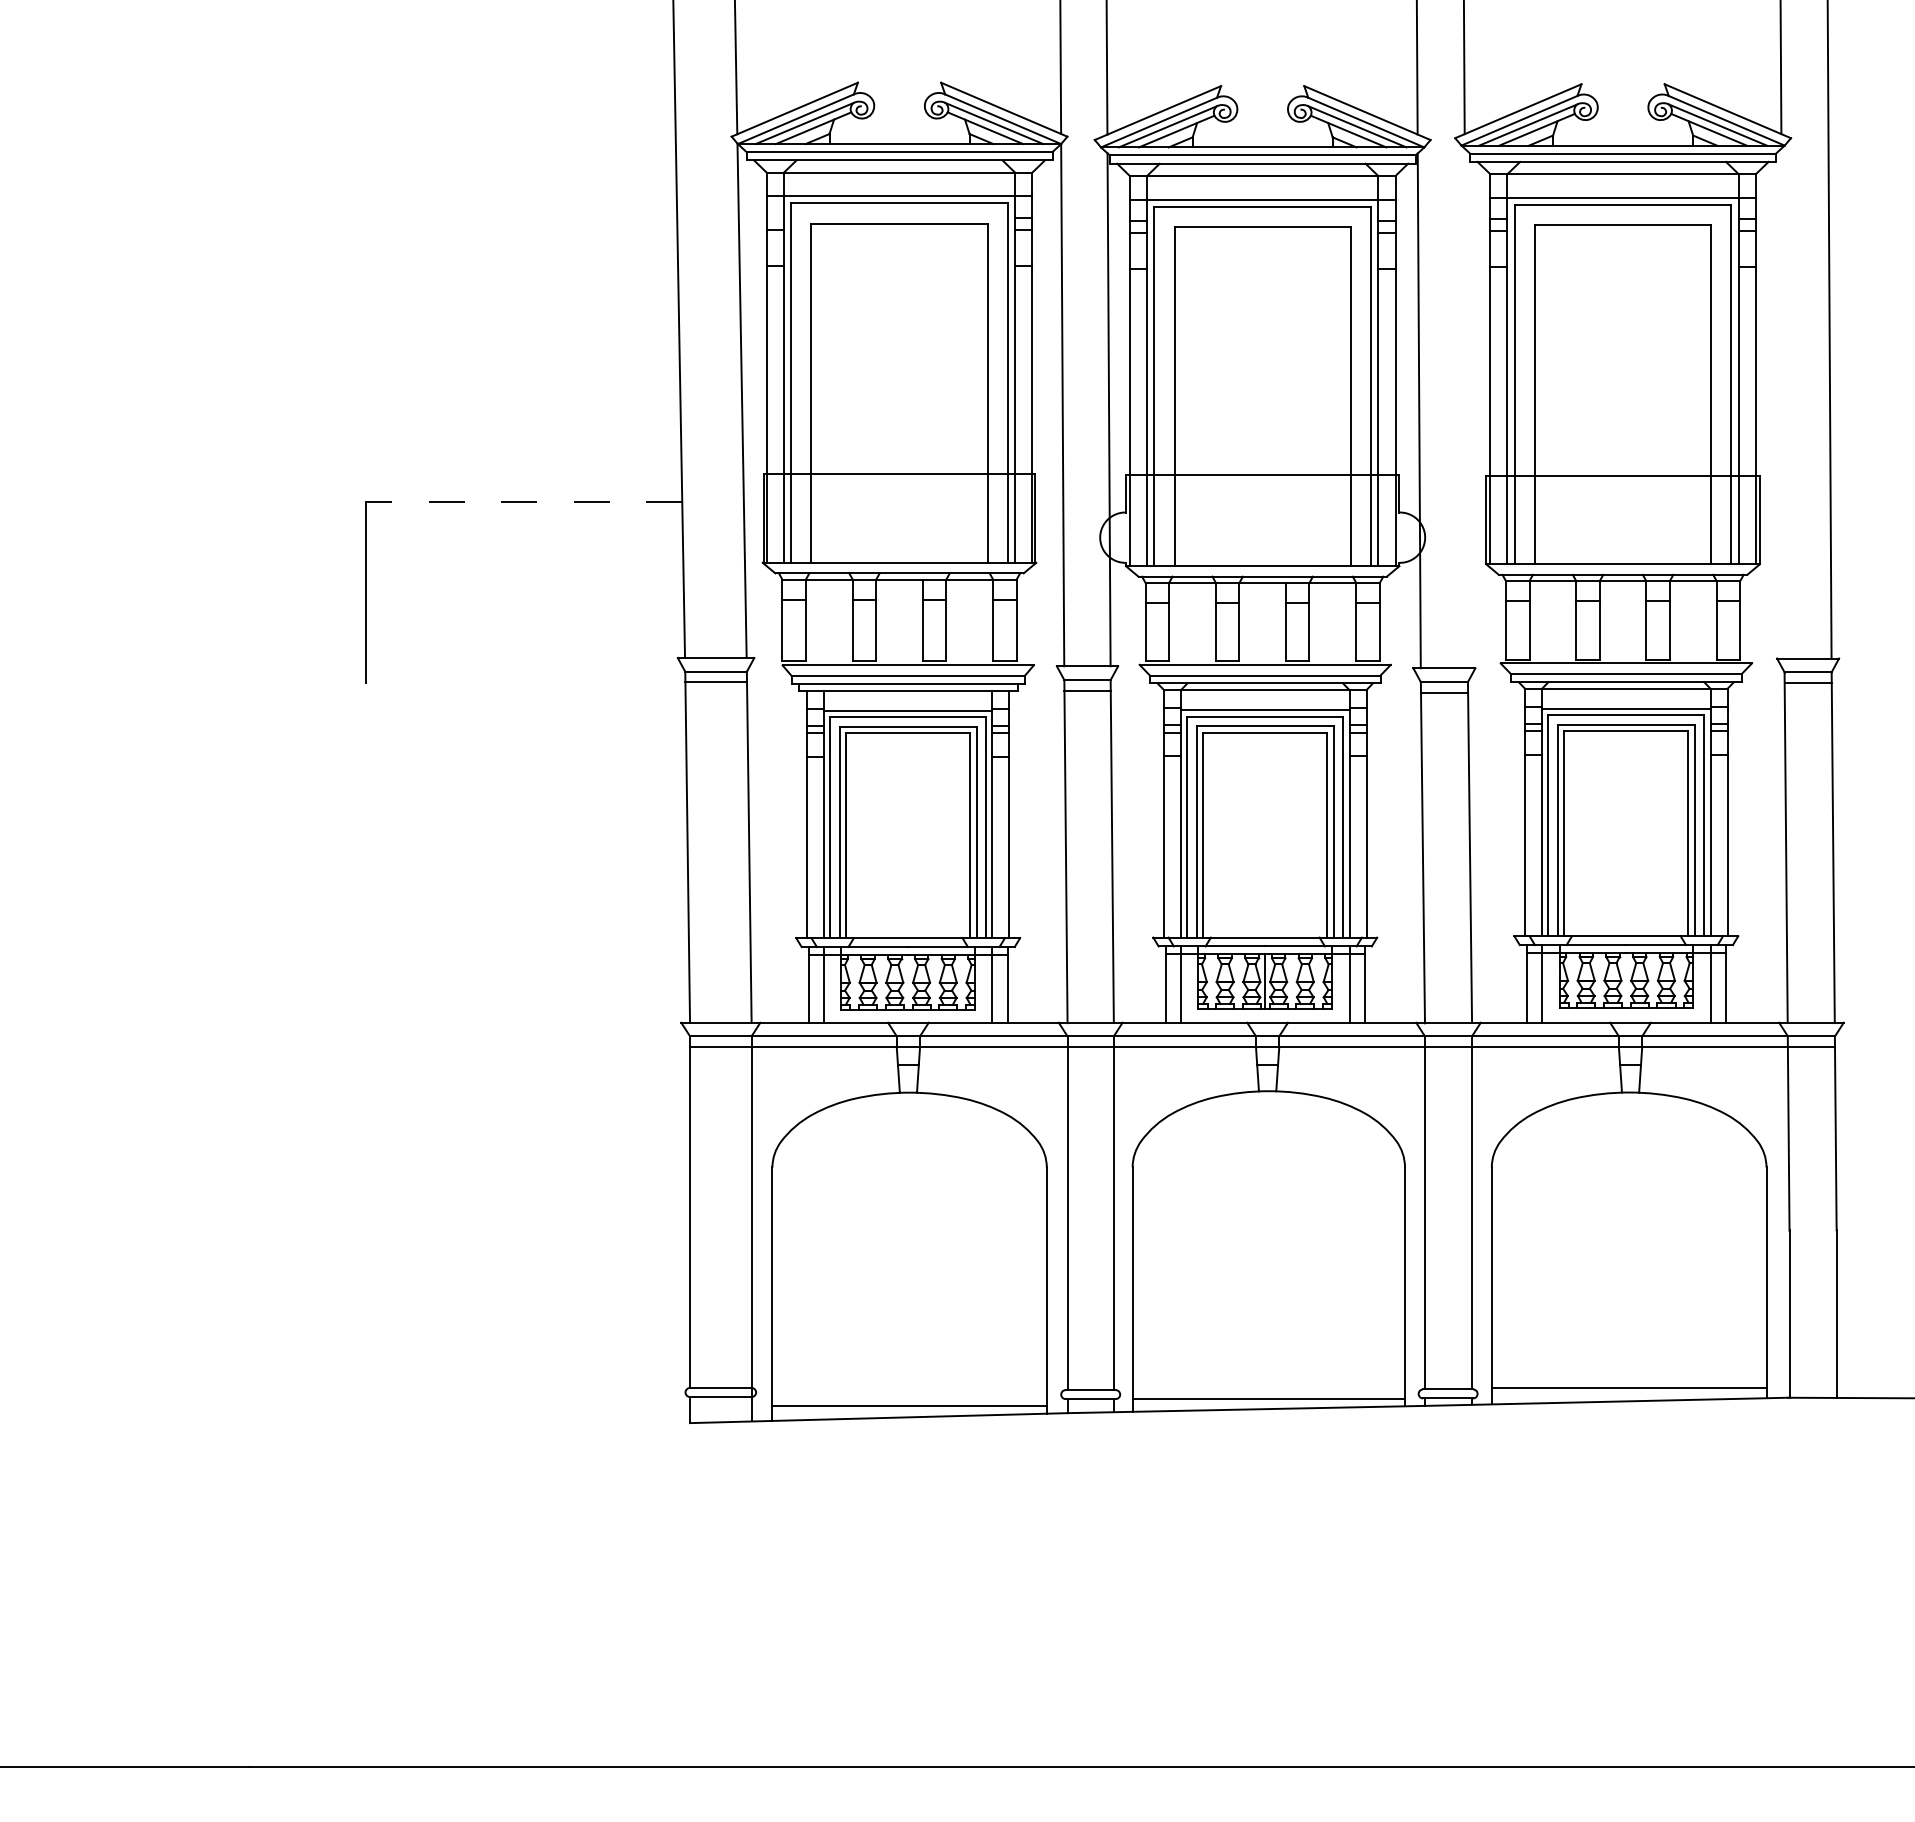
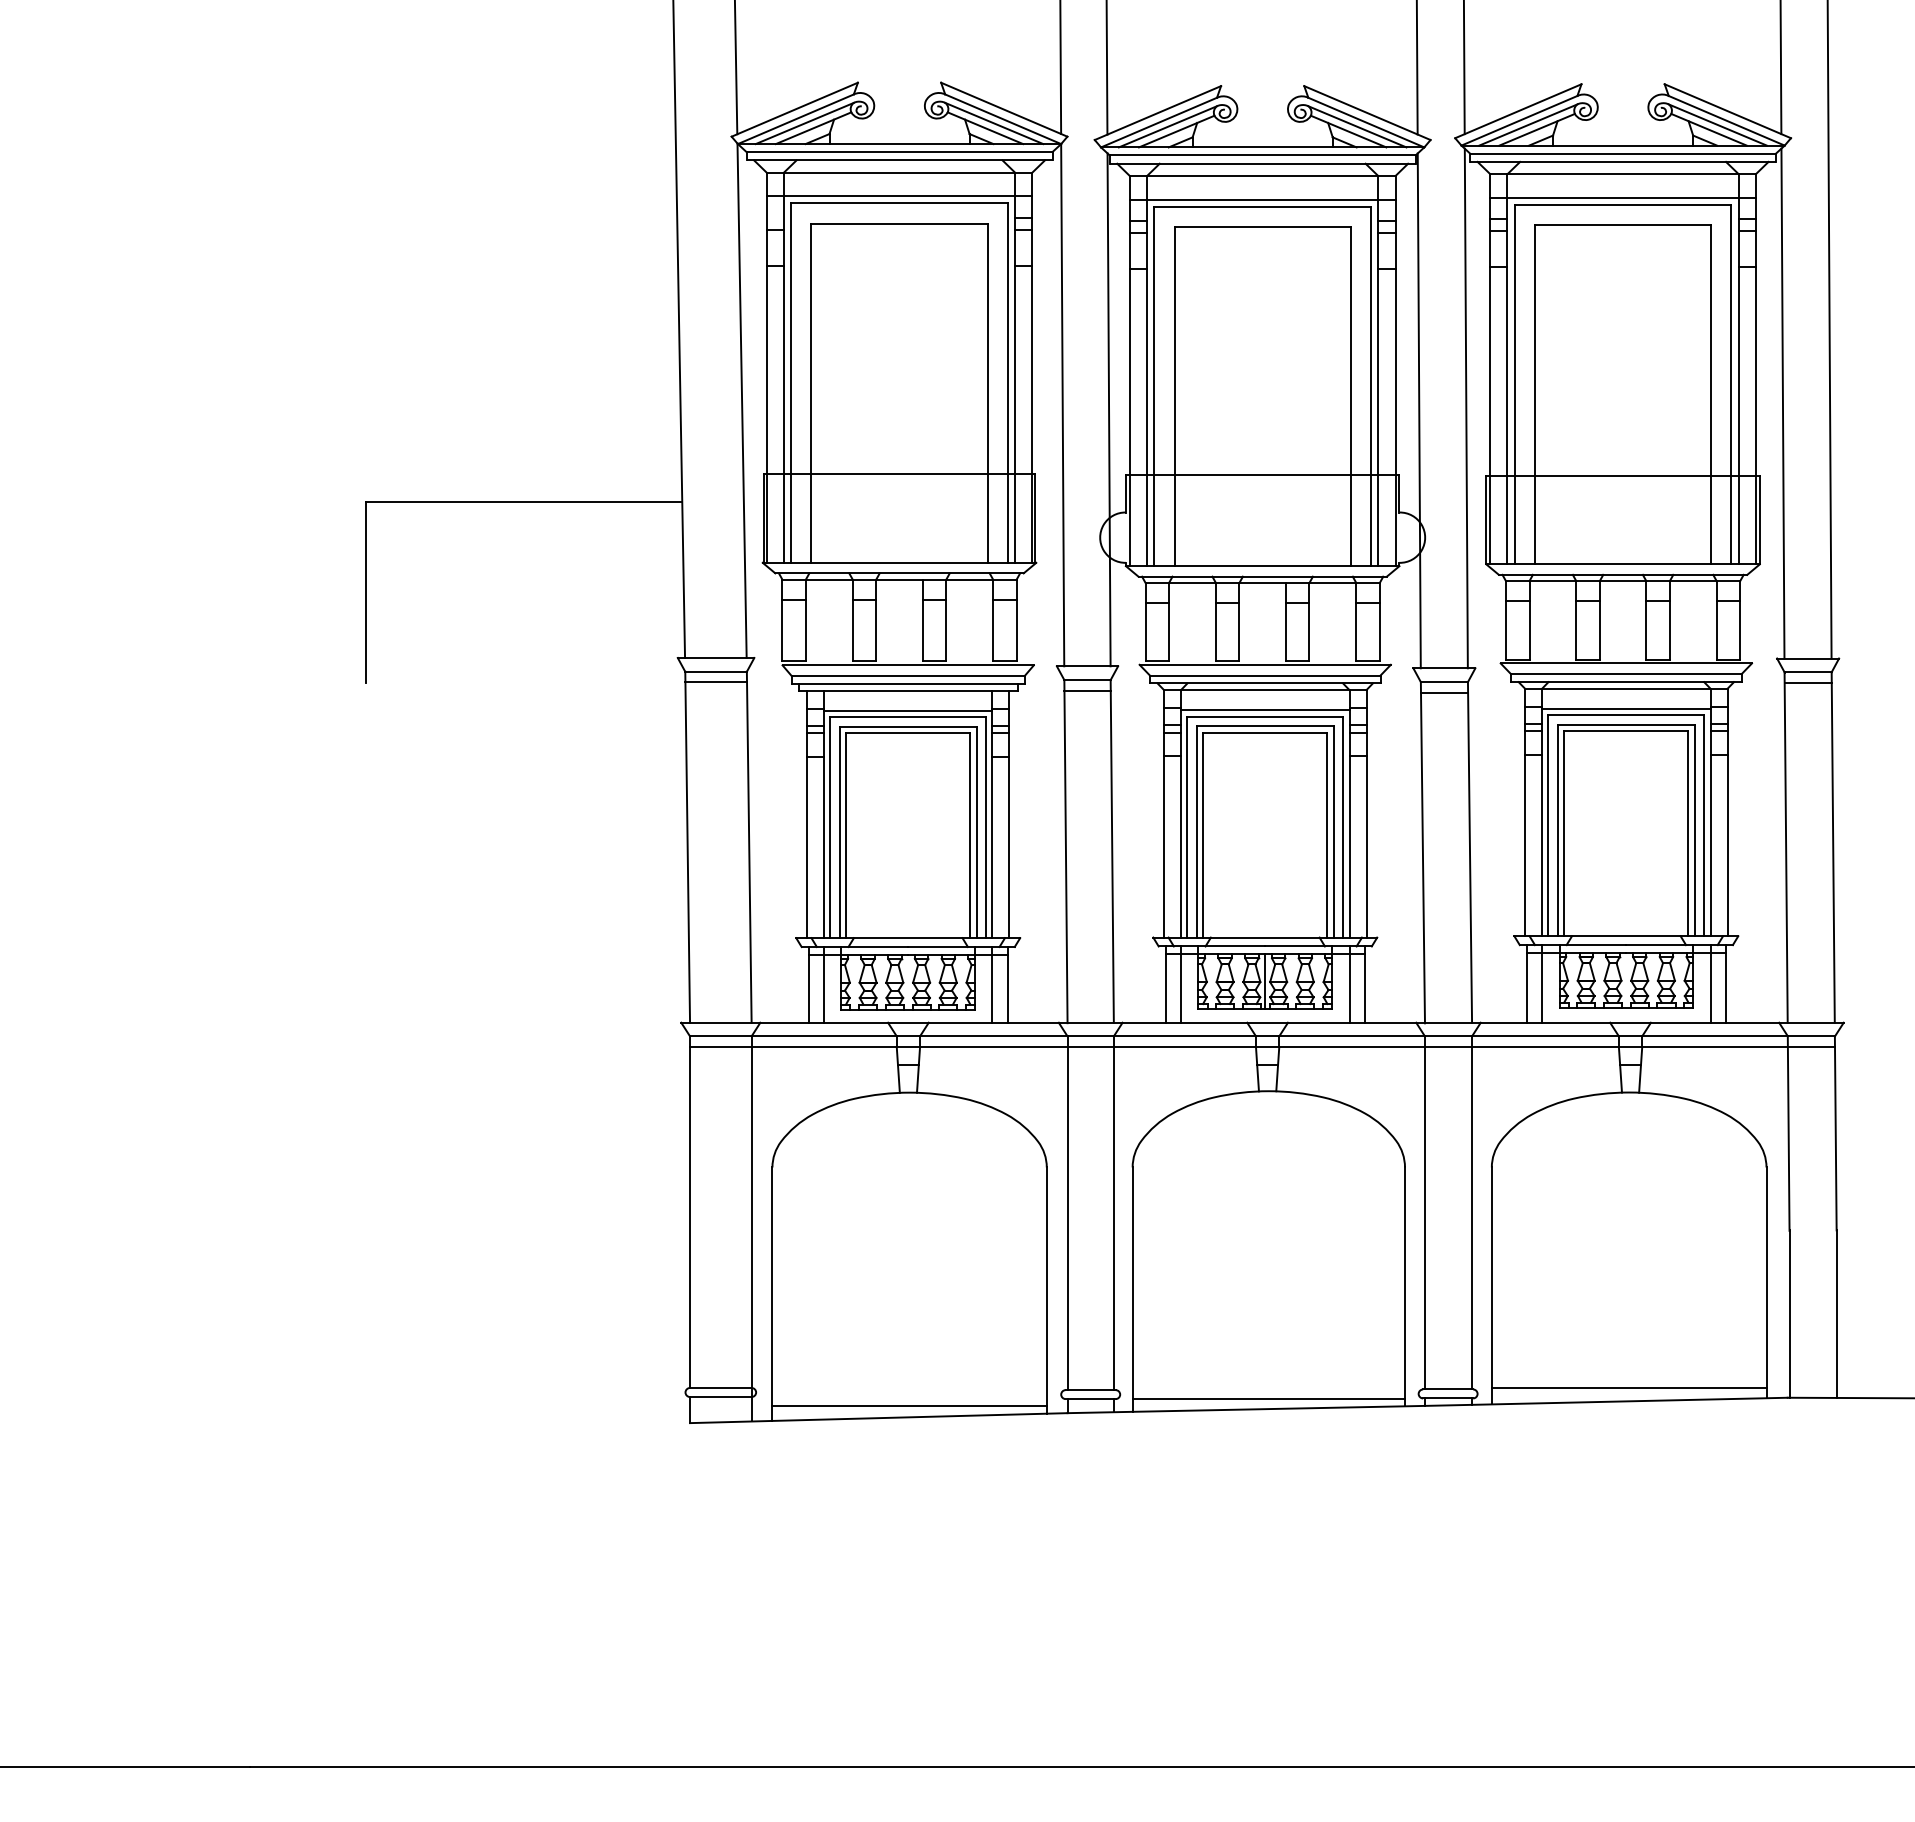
line at (1782, 403): none -> present
line at (1465, 408): none -> present
line at (523, 502): dashed -> solid
